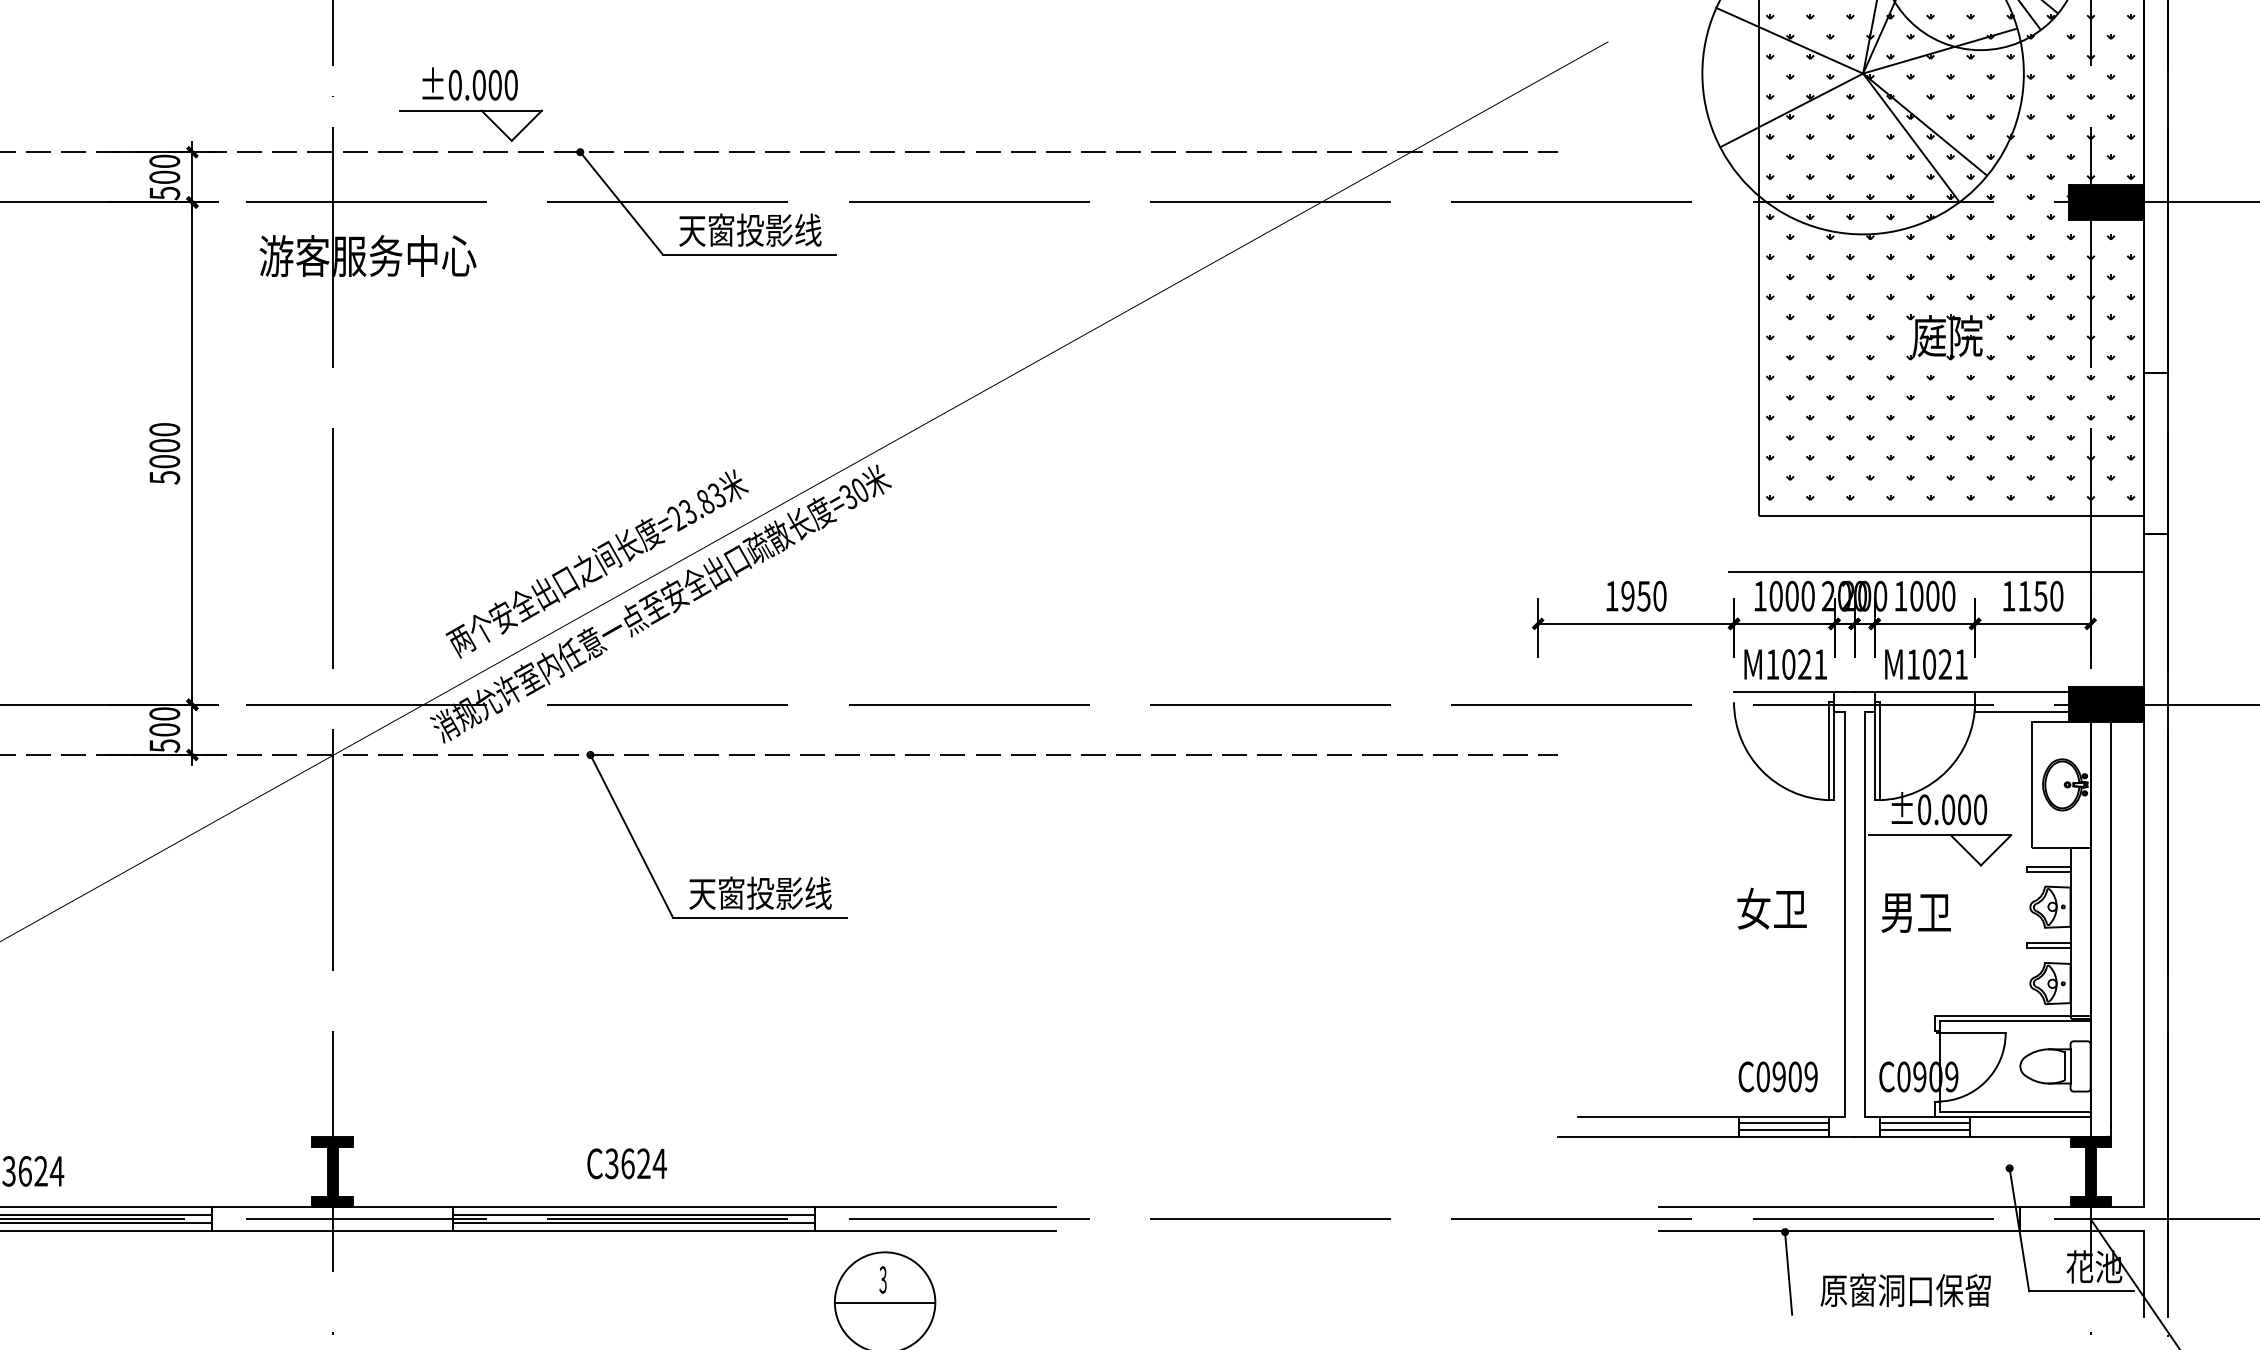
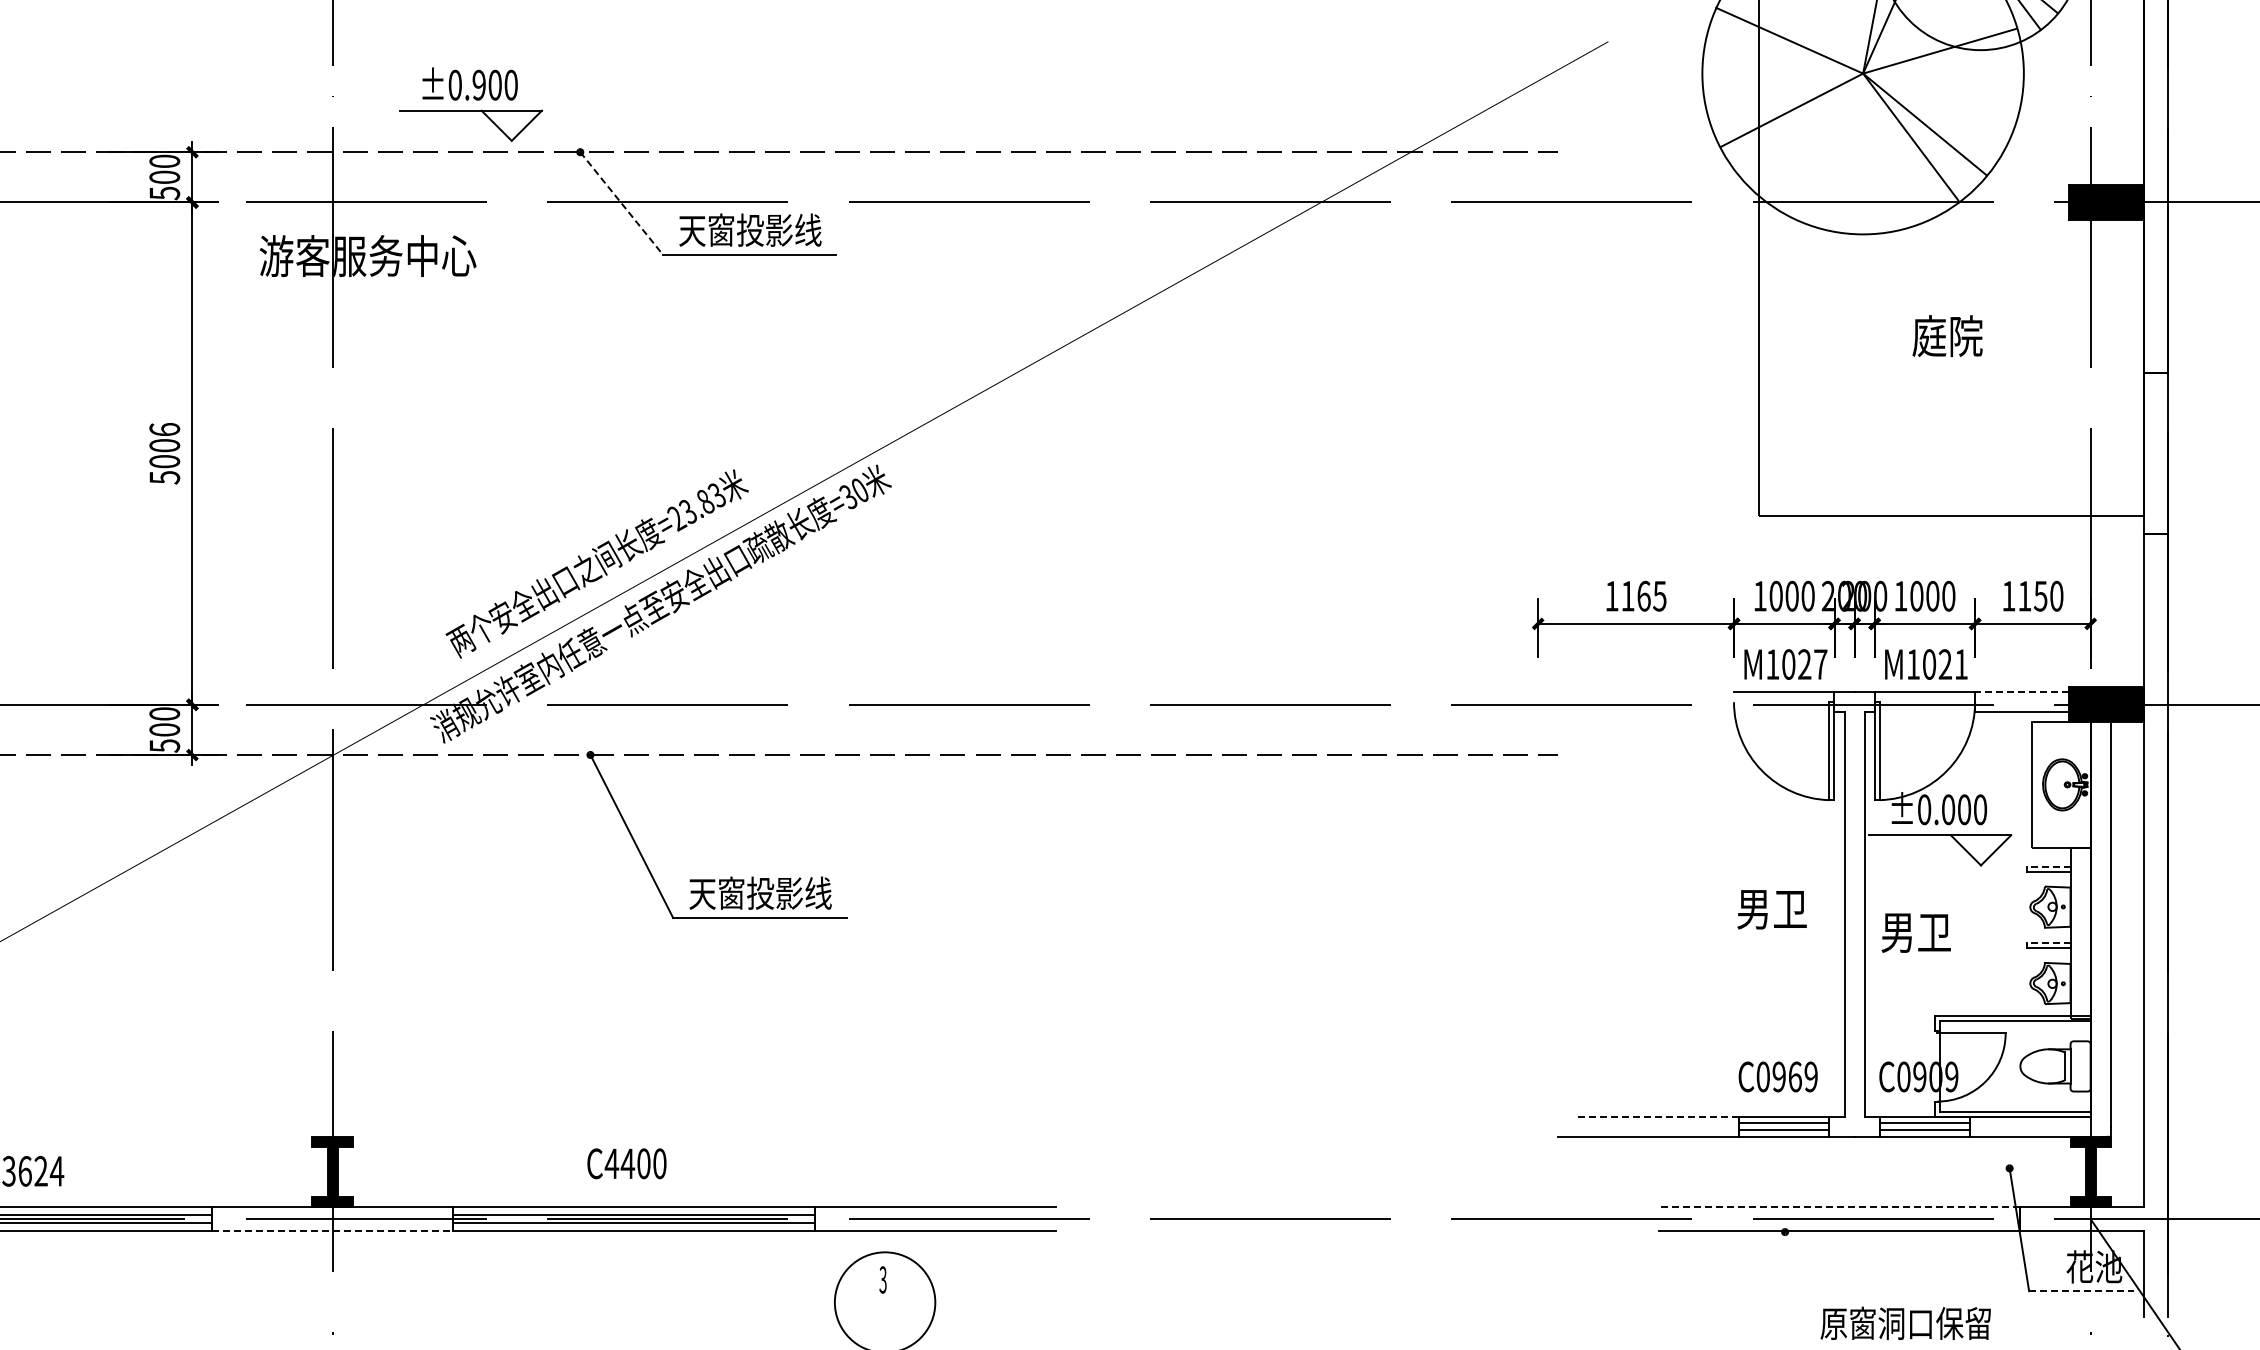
text at (478, 85): ±0.000 -> ±0.900
line at (621, 203): solid -> dashed
hatch at (1950, 264): present -> none
text at (164, 429): 5000 -> 5006
line at (1935, 571): present -> none
text at (1643, 595): 1950 -> 1165
text at (1820, 664): M1021 -> M1027
line at (2021, 692): solid -> dashed
line at (2048, 866): solid -> dashed
text at (1753, 908): 女卫 -> 男卫
text at (1915, 912) position: (1915, 912) -> (1915, 932)
line at (2048, 942): solid -> dashed
text at (1794, 1076): C0909 -> C0969
line at (1658, 1116): solid -> dashed
text at (635, 1163): C3624 -> C4400
line at (1839, 1207): solid -> dashed
line at (332, 1231): solid -> dashed
line at (1788, 1273): present -> none
text at (1905, 1289) position: (1905, 1289) -> (1905, 1322)
line at (2082, 1291): solid -> dashed
line at (884, 1302): present -> none
